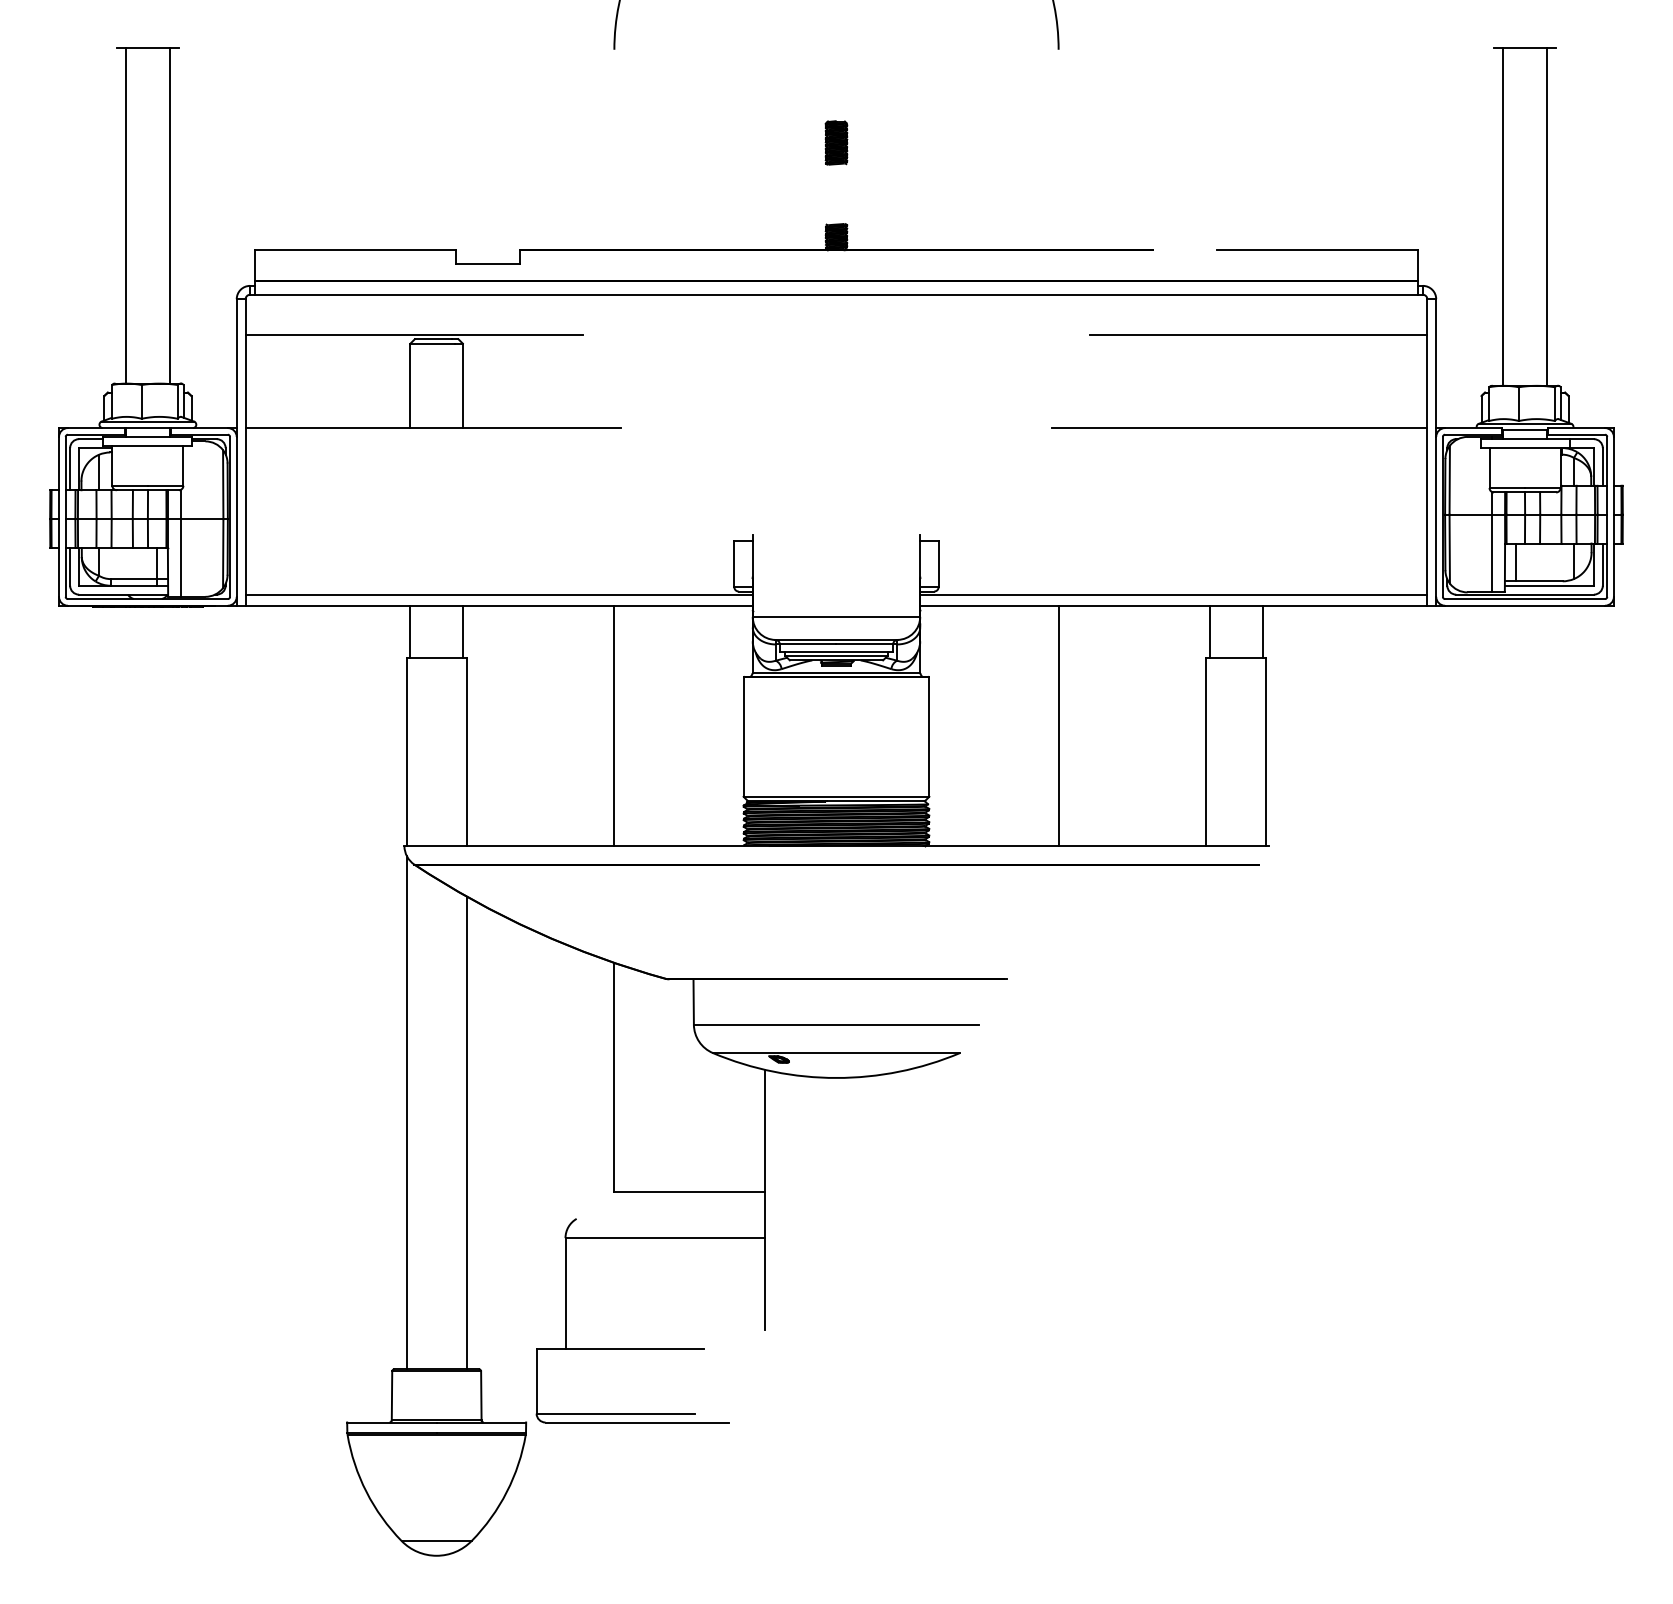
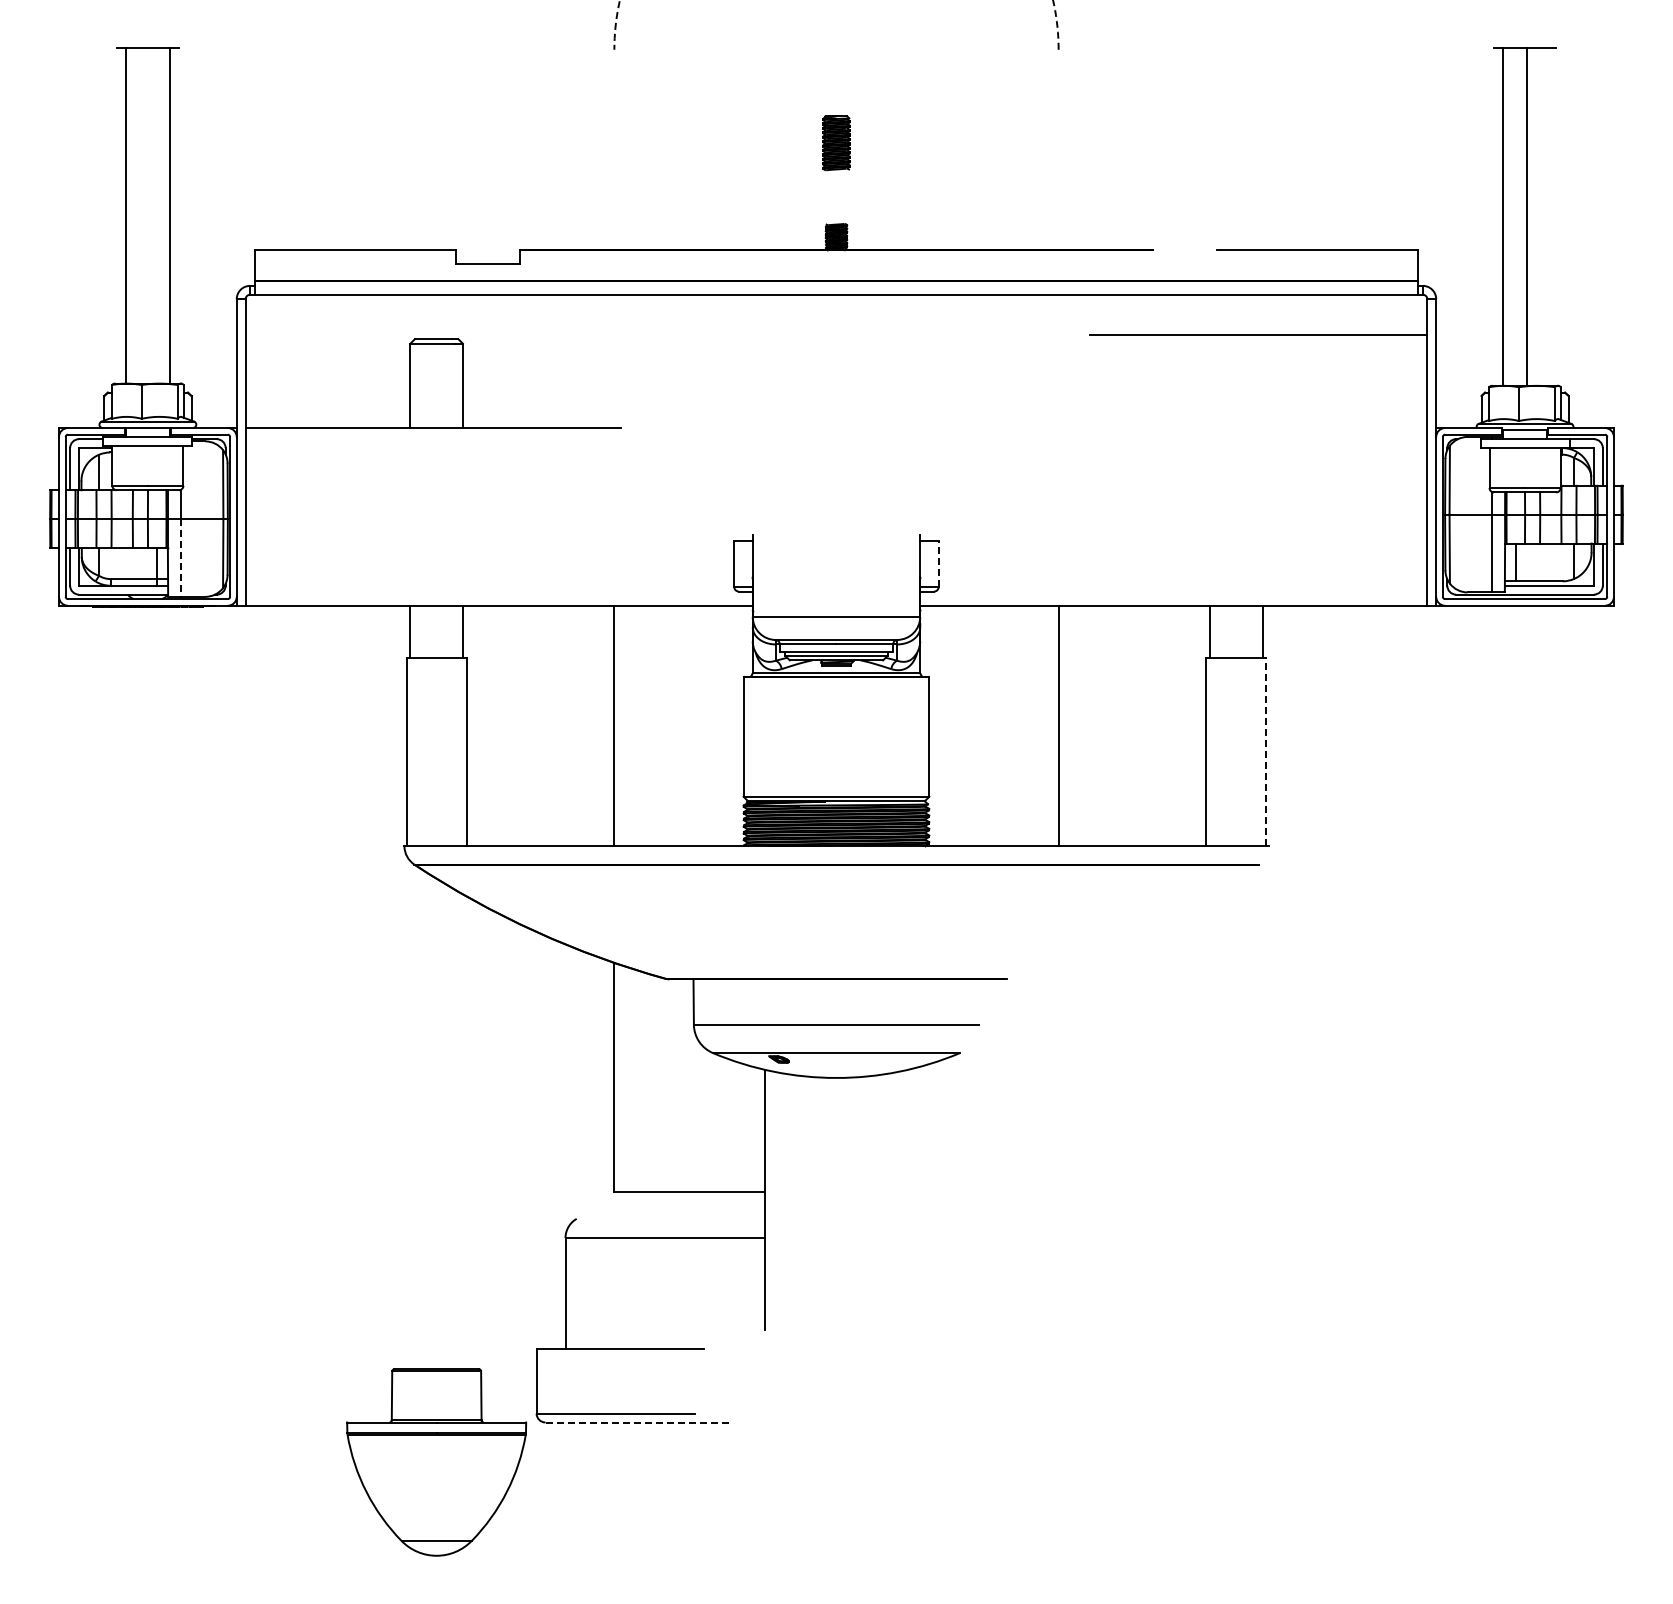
arc at (619, 0): solid -> dashed
part at (836, 142) size: 25x46 px -> 29x57 px
line at (1547, 216) position: (1547, 216) -> (1527, 216)
line at (414, 334): present -> none
line at (1239, 428): present -> none
line at (181, 558): solid -> dashed
line at (938, 564): solid -> dashed
line at (498, 594): present -> none
line at (1173, 594): present -> none
line at (1266, 752): solid -> dashed
line at (406, 1112): present -> none
line at (466, 1132): present -> none
line at (637, 1422): solid -> dashed
